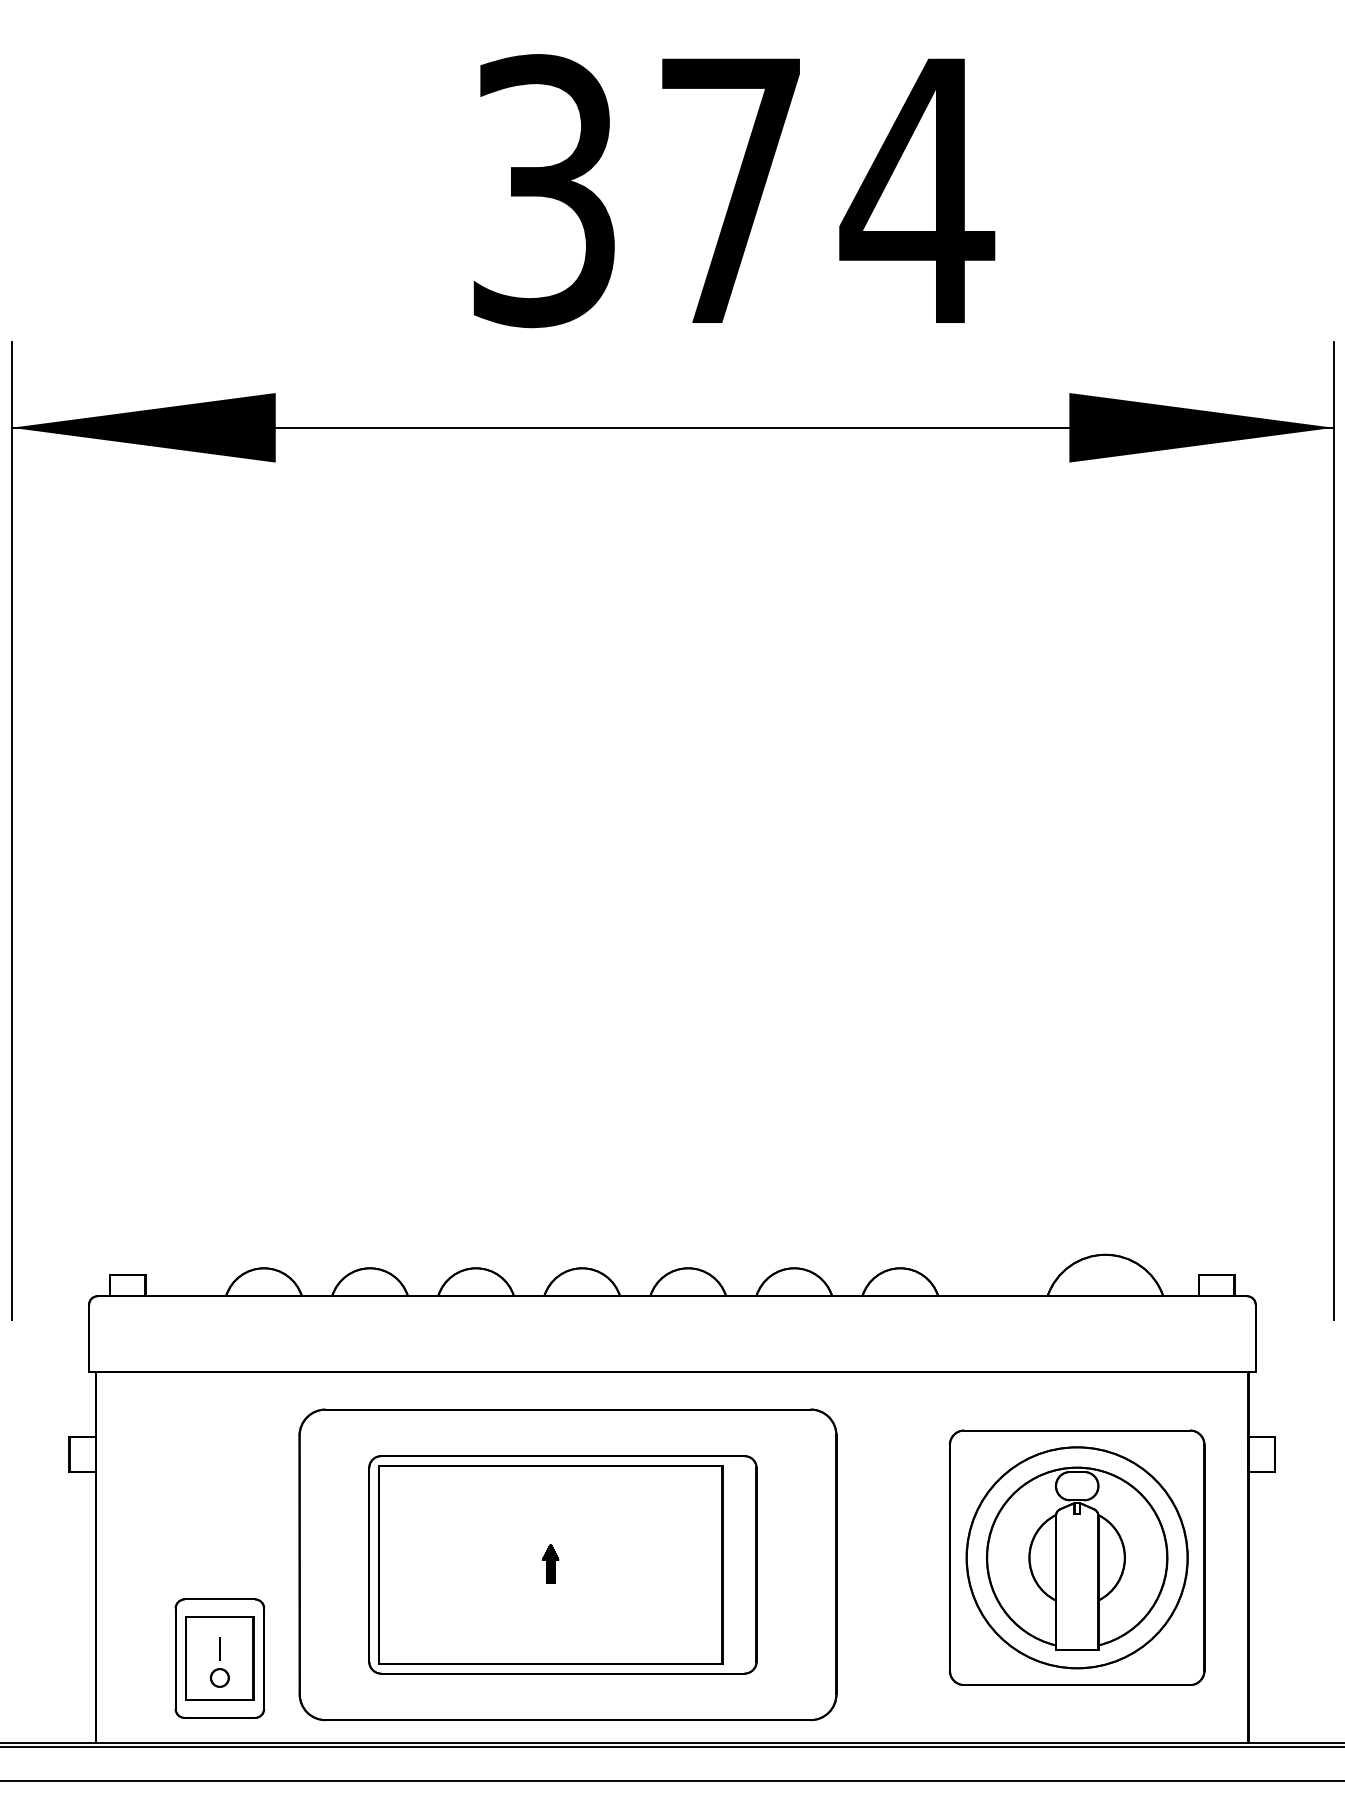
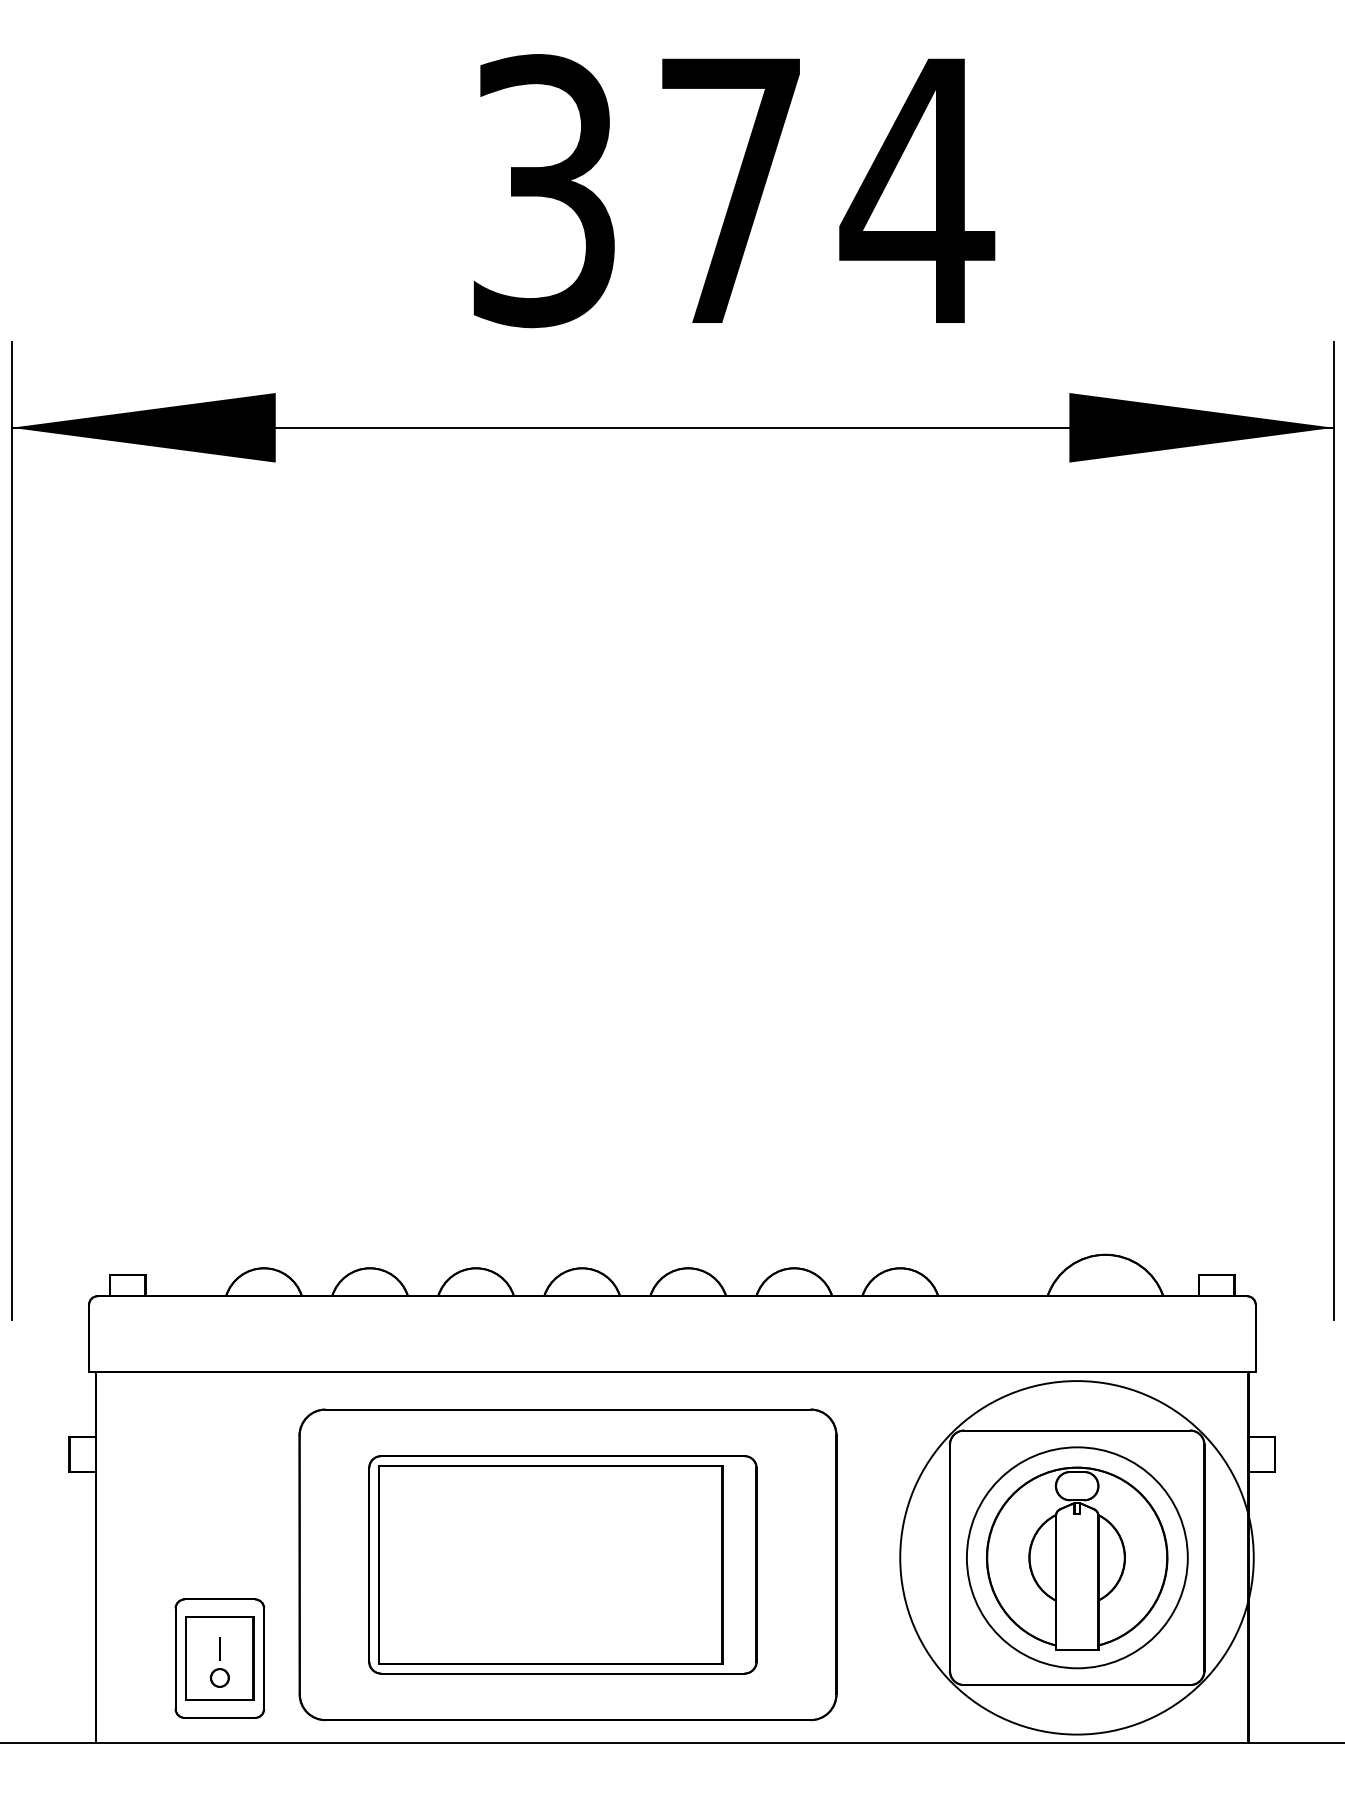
circle at (1076, 1557) diameter: 221 px -> 354 px
part at (550, 1563): present -> none
line at (671, 1746): present -> none
line at (671, 1780): present -> none
